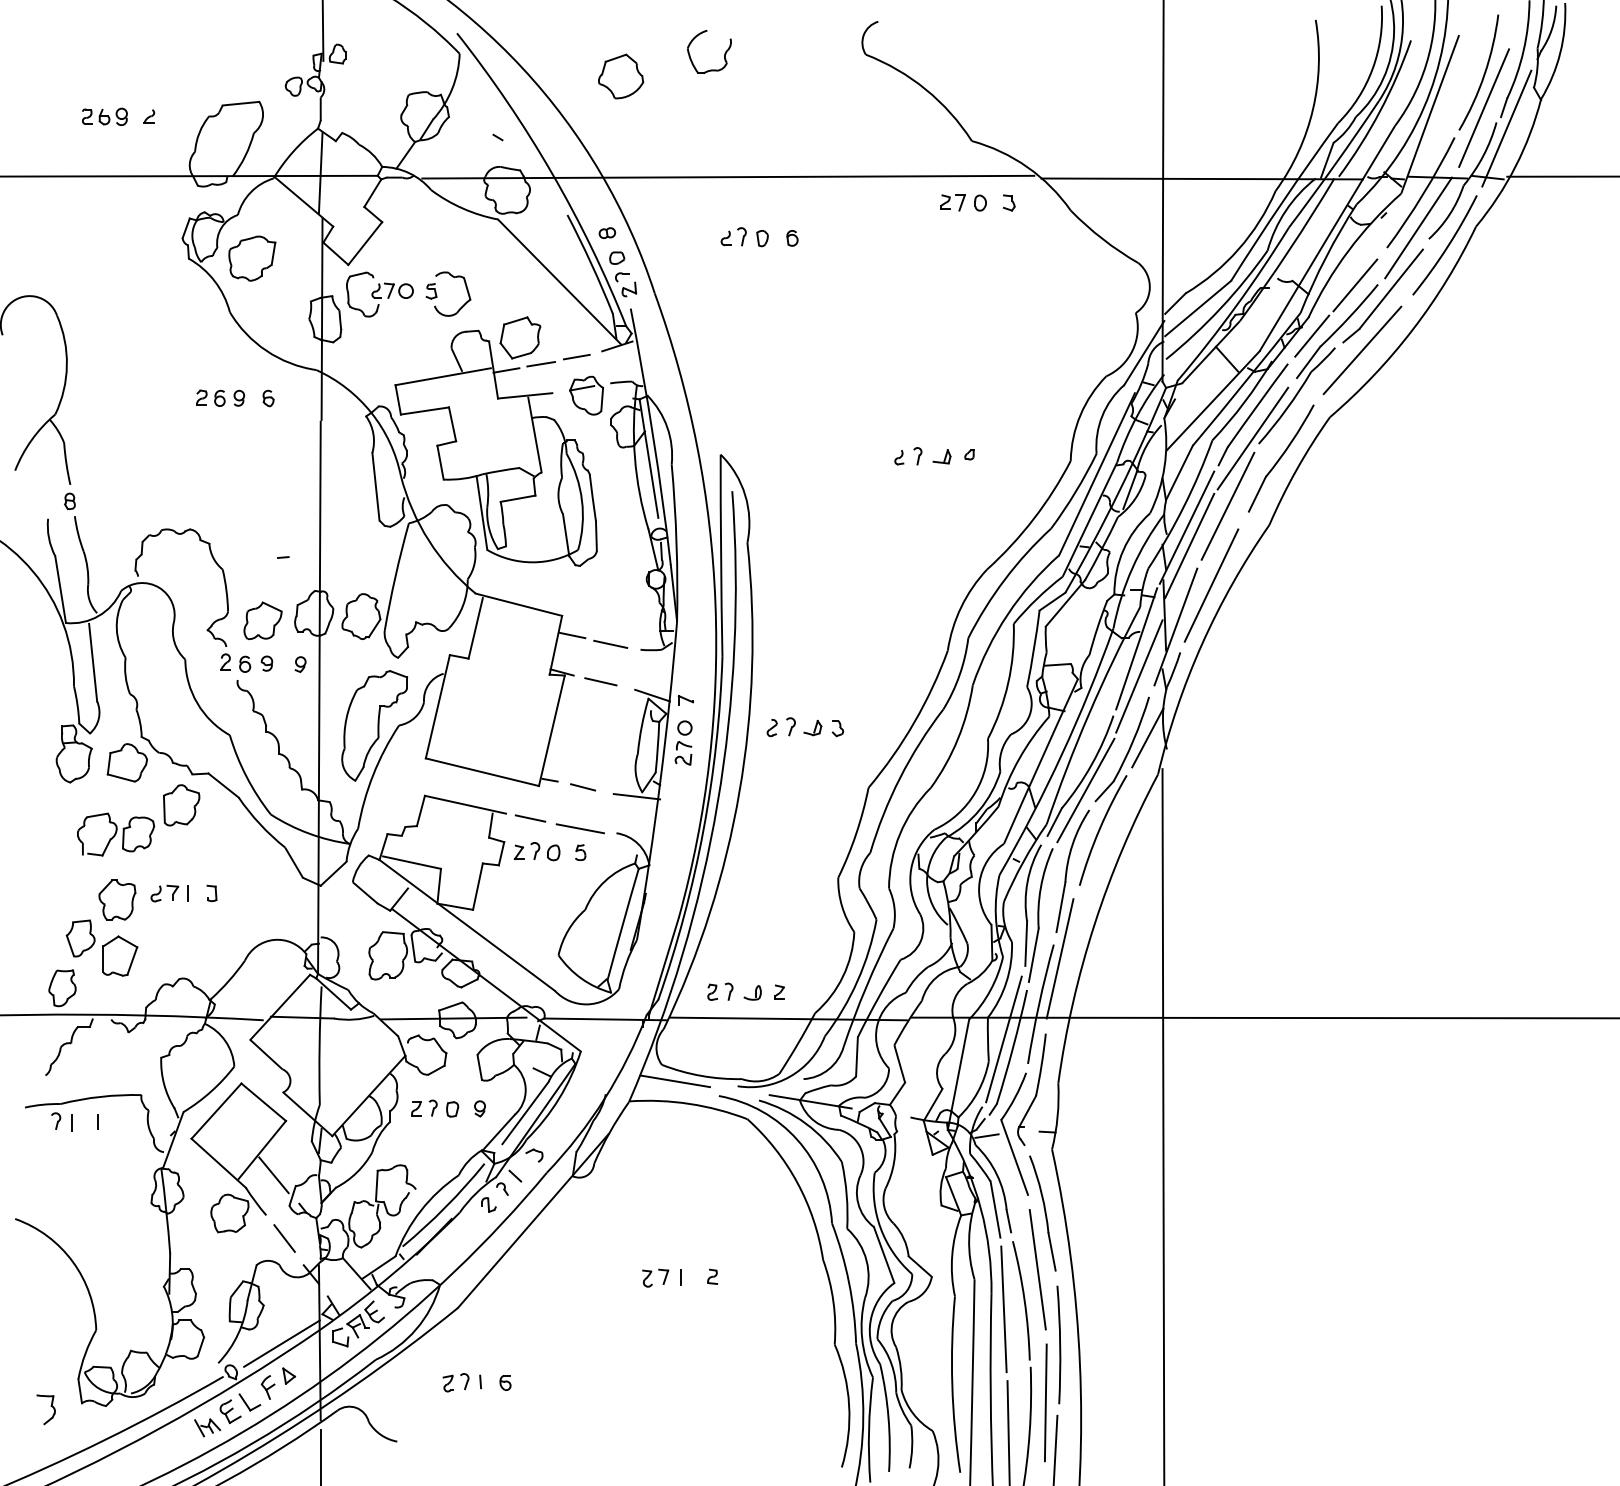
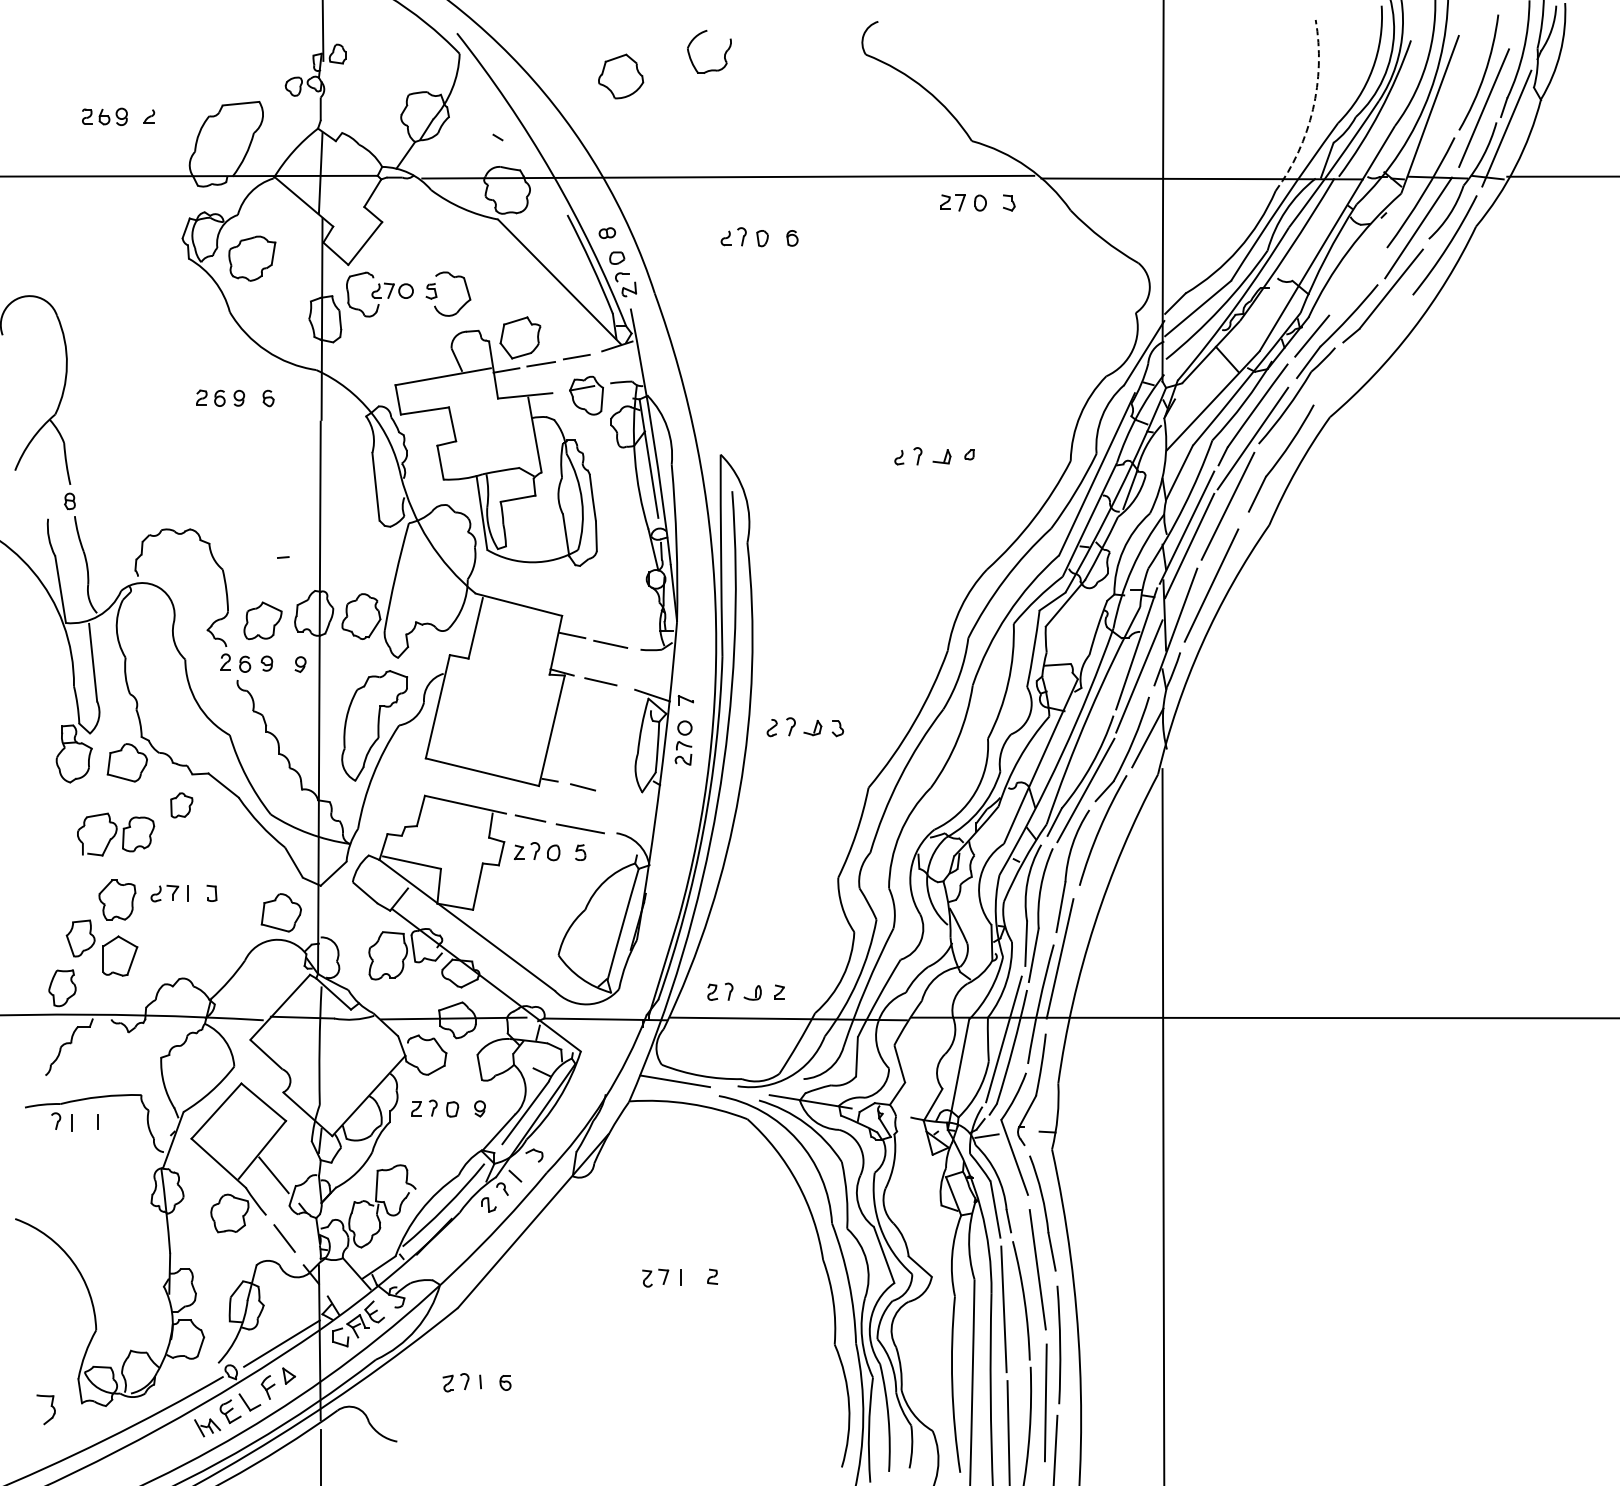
arc at (1312, 109): solid -> dashed
line at (1355, 285): present -> none
line at (1362, 350): present -> none
line at (636, 796): present -> none
part at (181, 805) size: 38x43 px -> 24x27 px
part at (280, 912): none -> present
